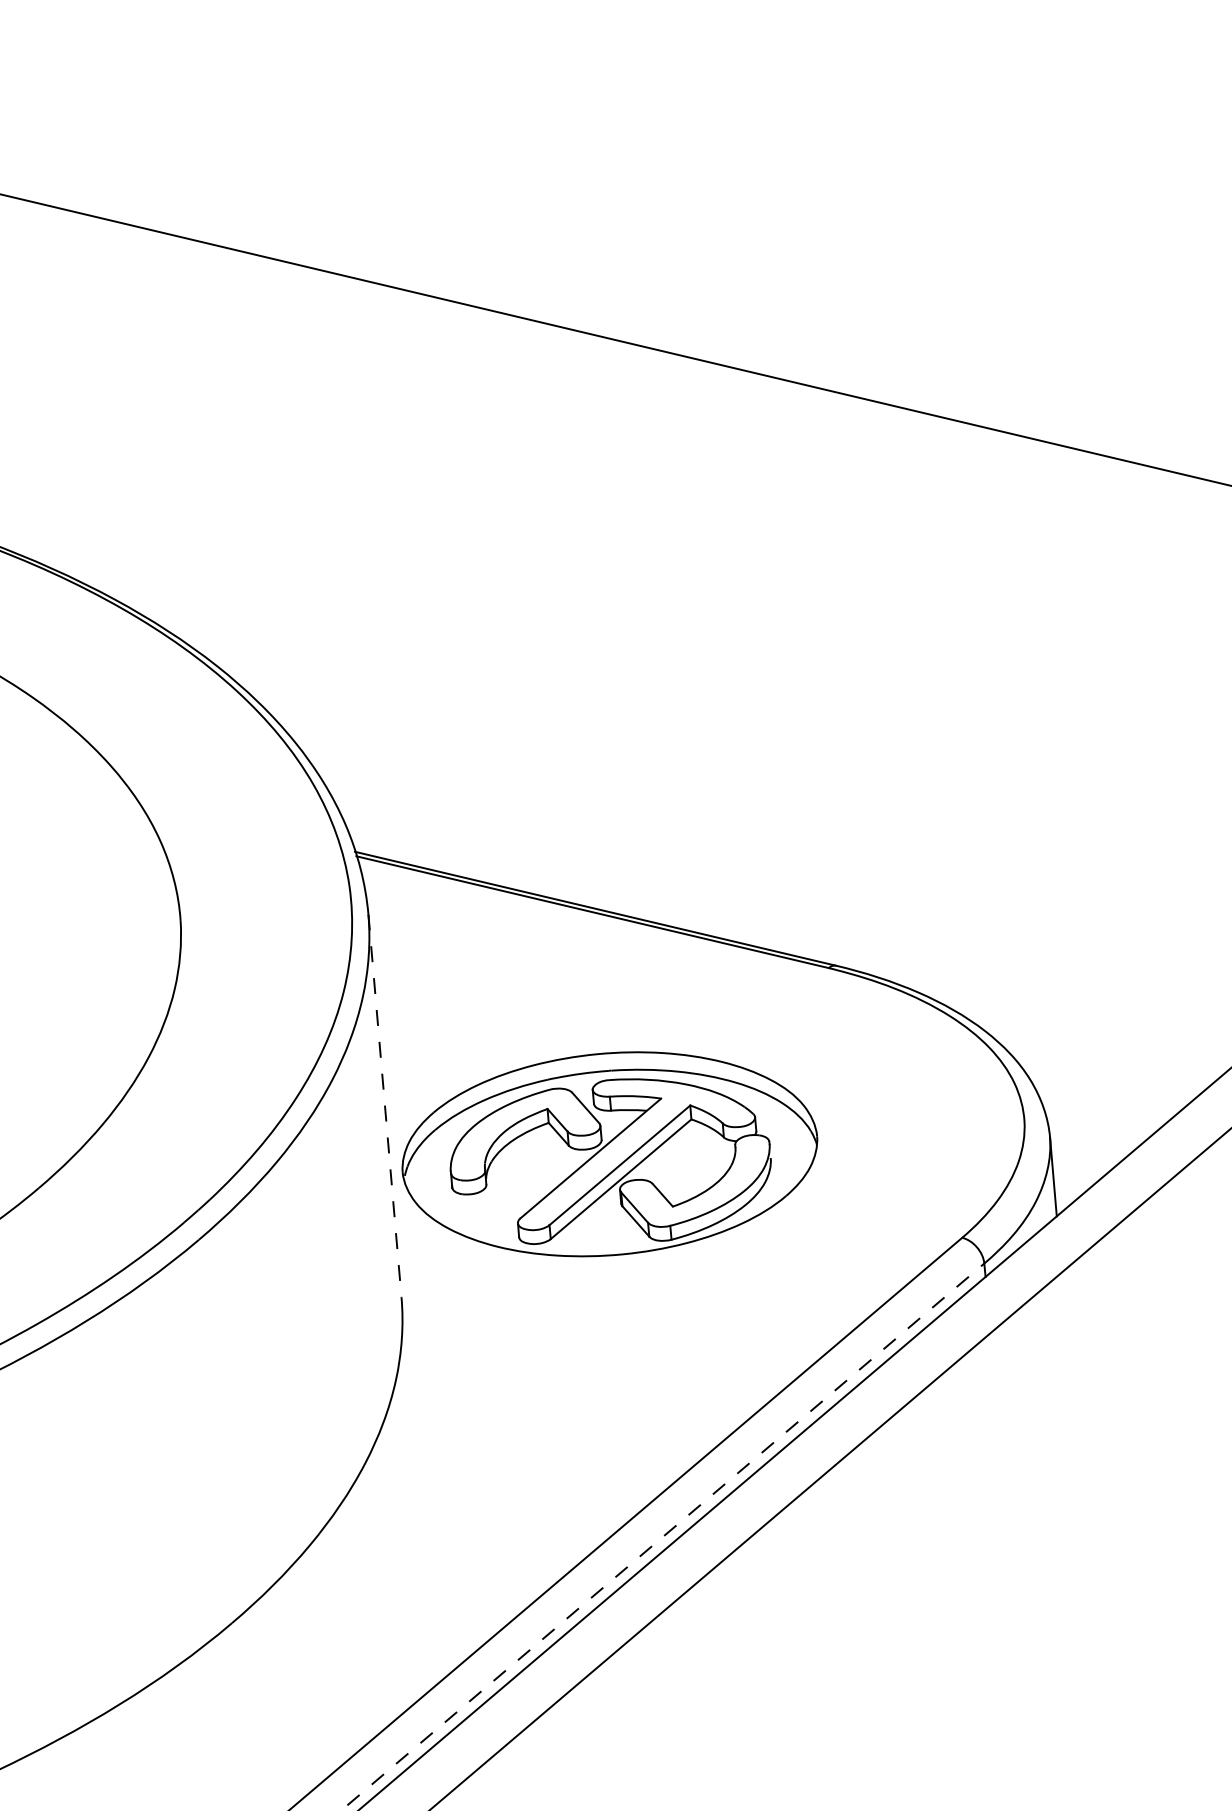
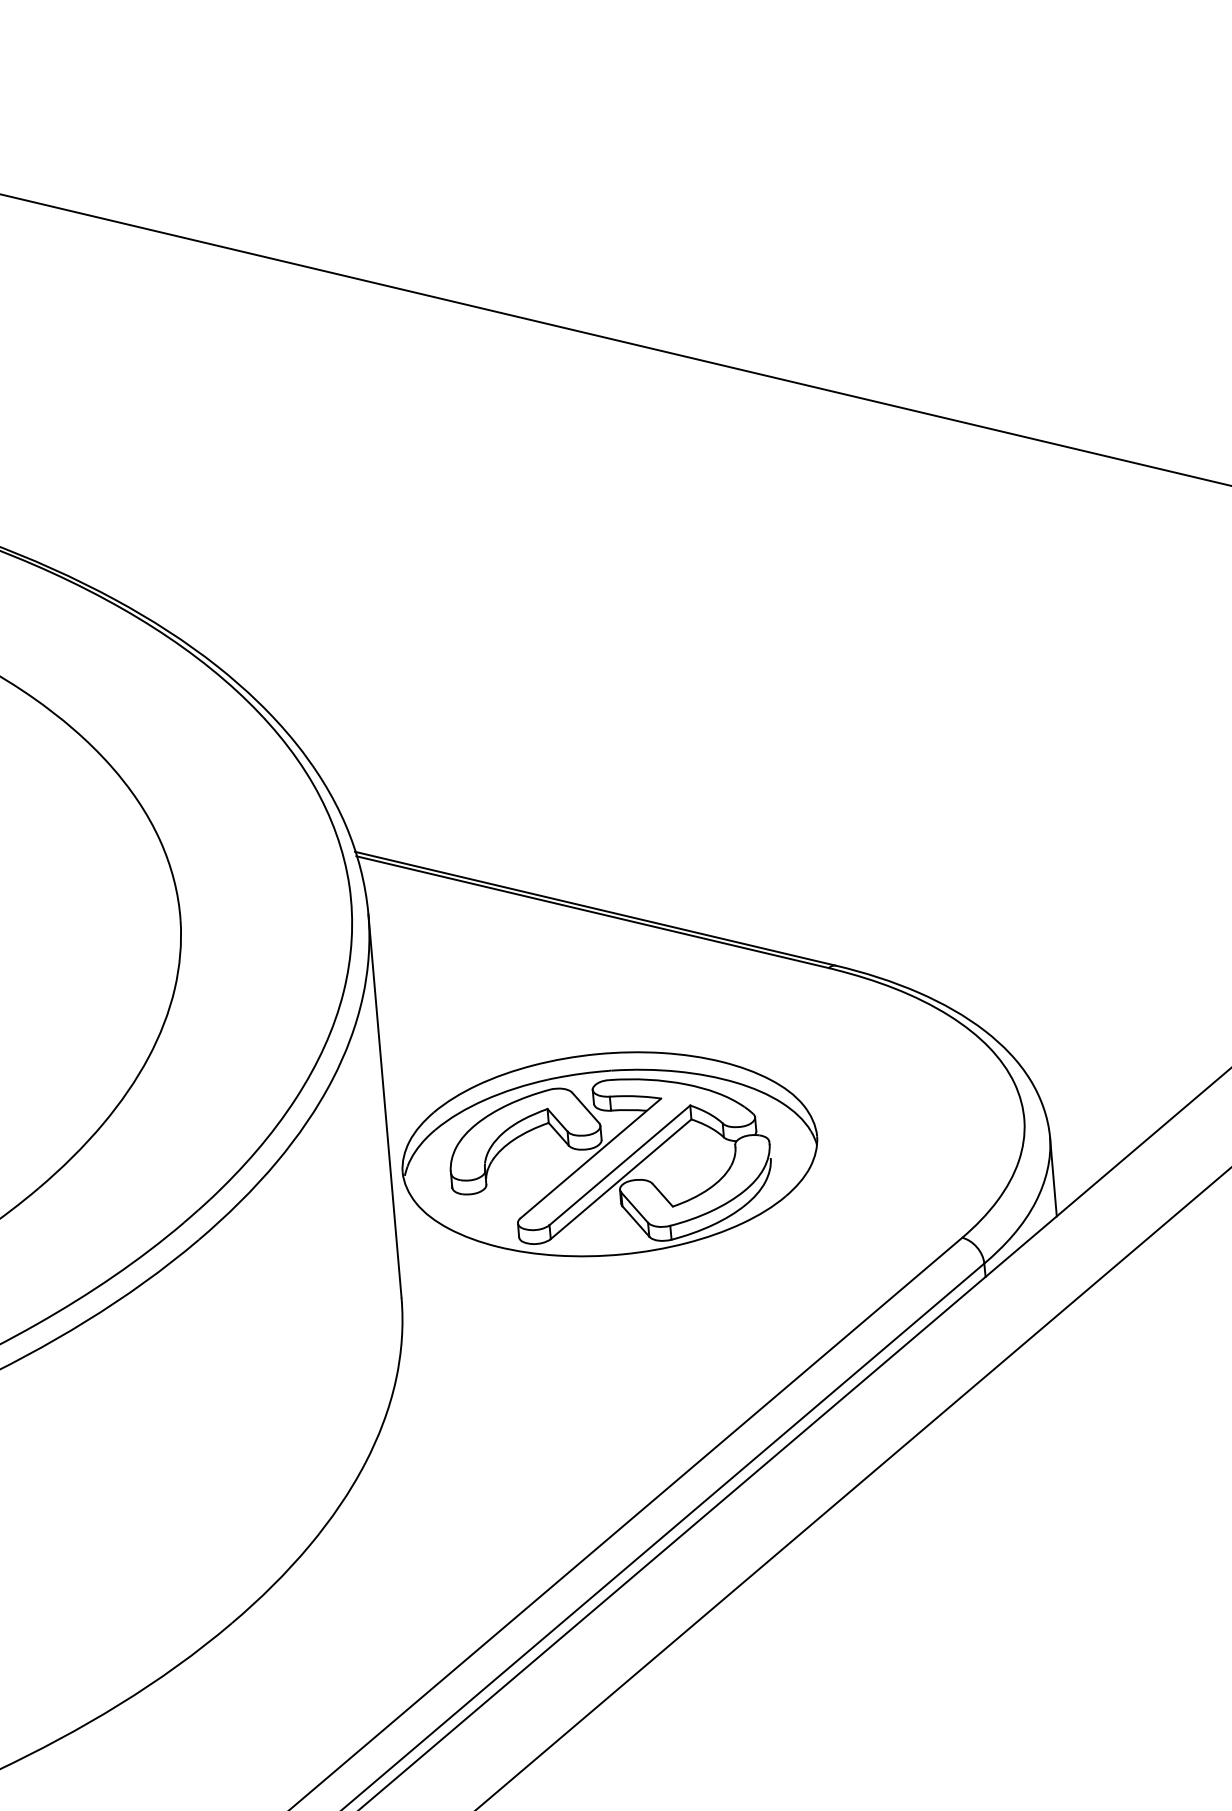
line at (385, 1106): dashed -> solid
line at (830, 1468) position: (830, 1468) -> (853, 1488)
line at (663, 1536): dashed -> solid
